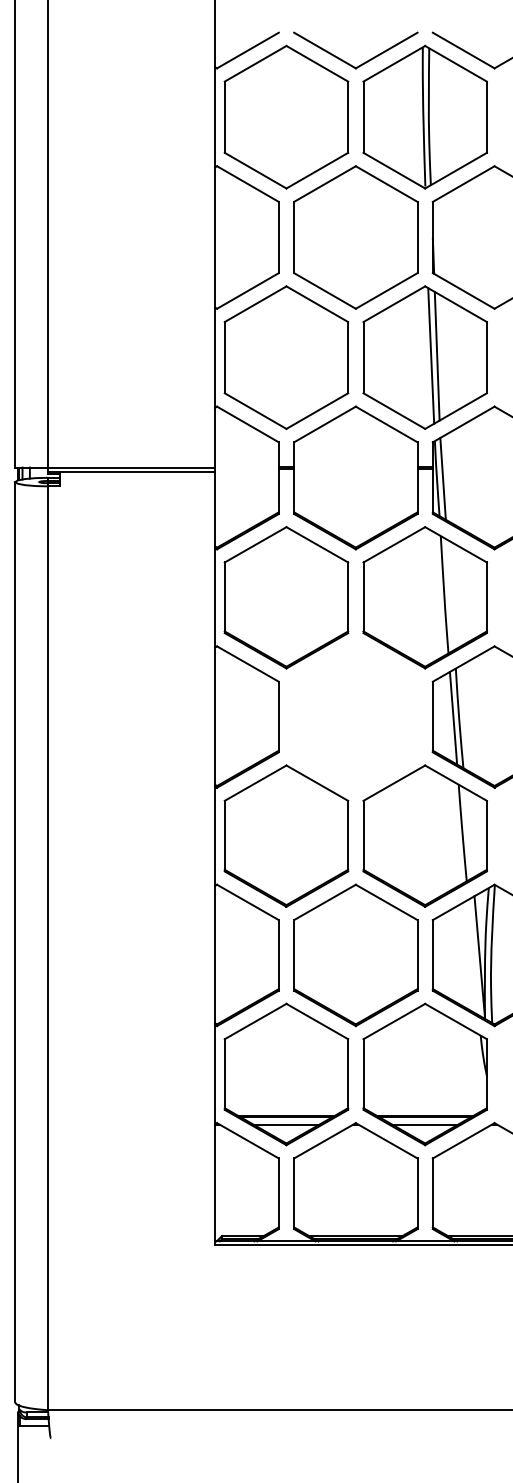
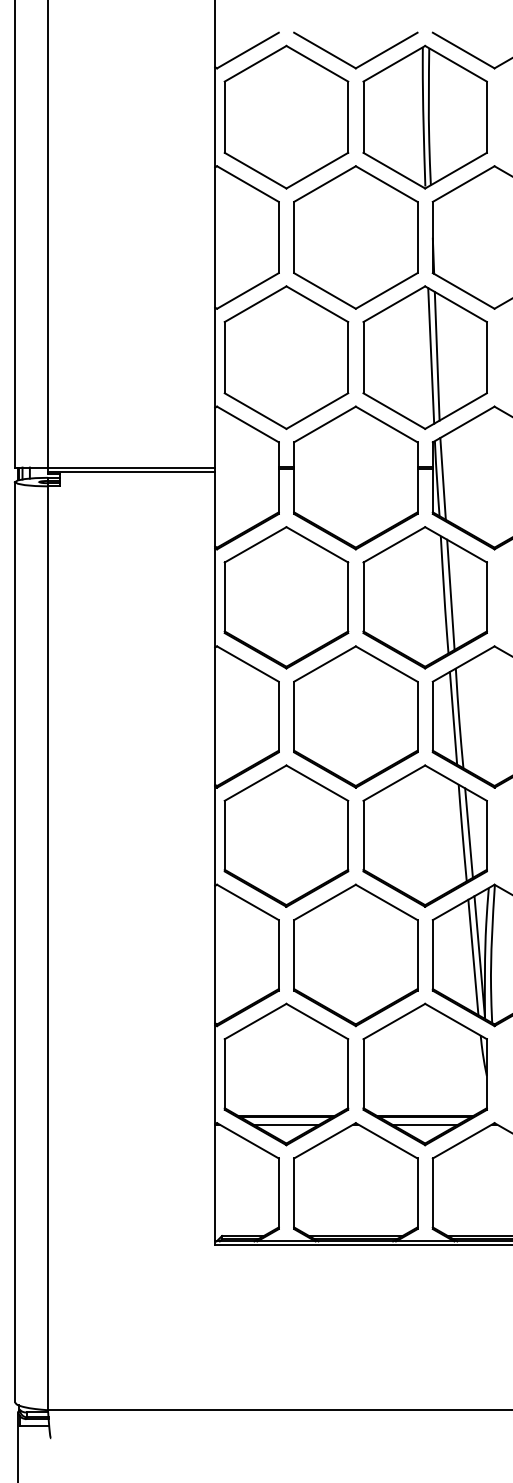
line at (450, 594): none -> present
part at (355, 716): none -> present
line at (468, 832): none -> present
line at (473, 957): none -> present
